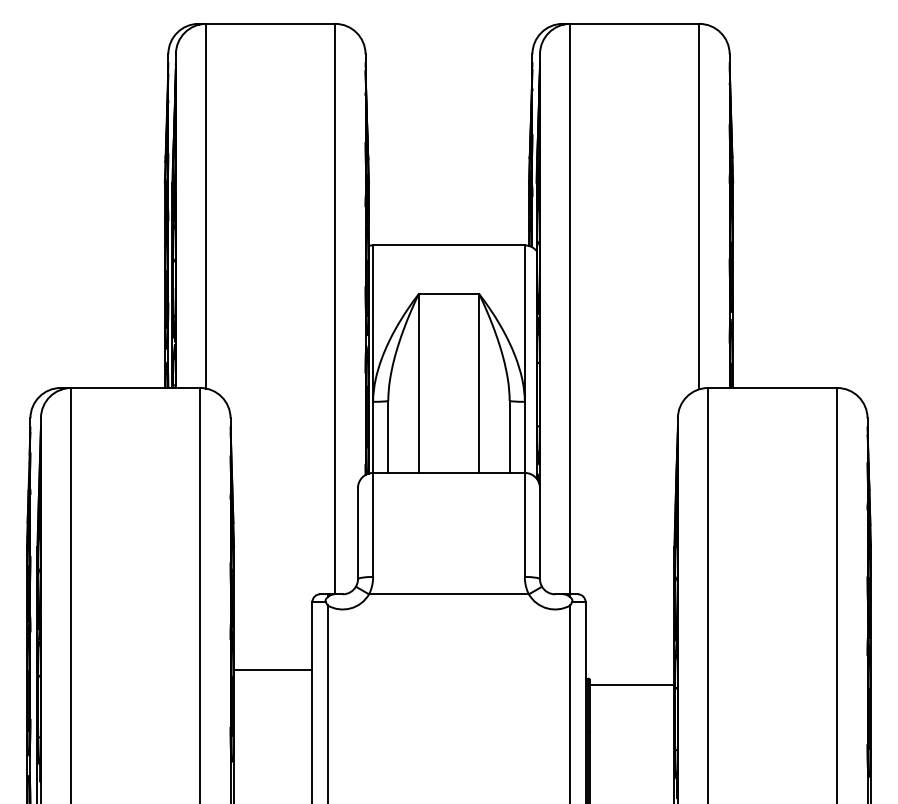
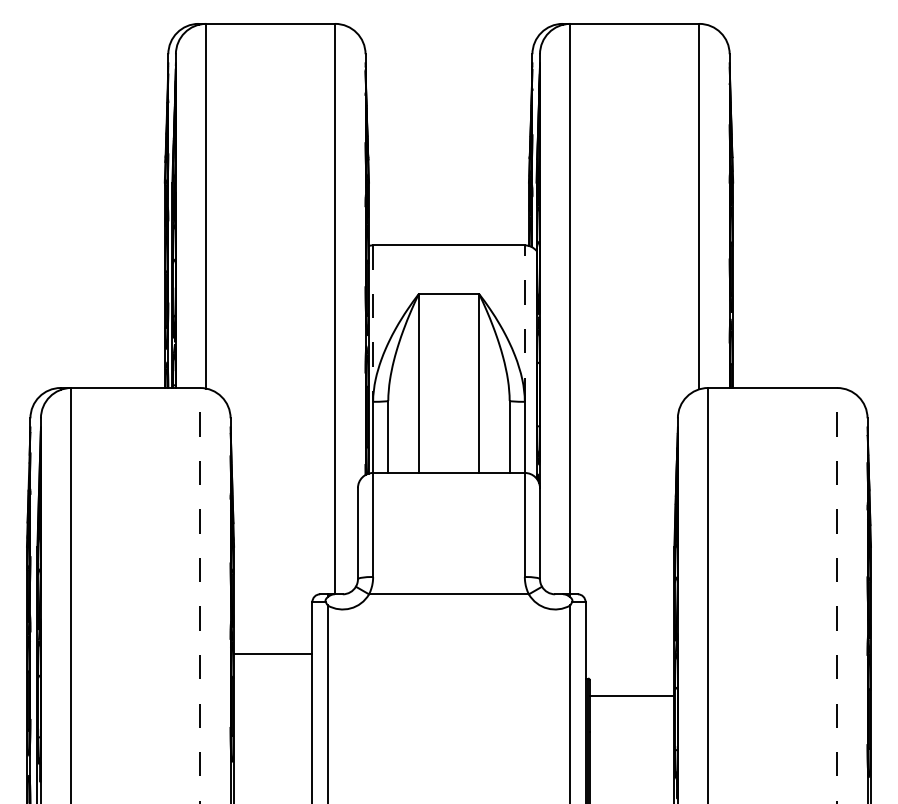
line at (524, 323): solid -> dashed
line at (373, 324): solid -> dashed
line at (200, 595): solid -> dashed
line at (837, 595): solid -> dashed
line at (273, 670) position: (273, 670) -> (273, 654)
line at (632, 685) position: (632, 685) -> (632, 696)
